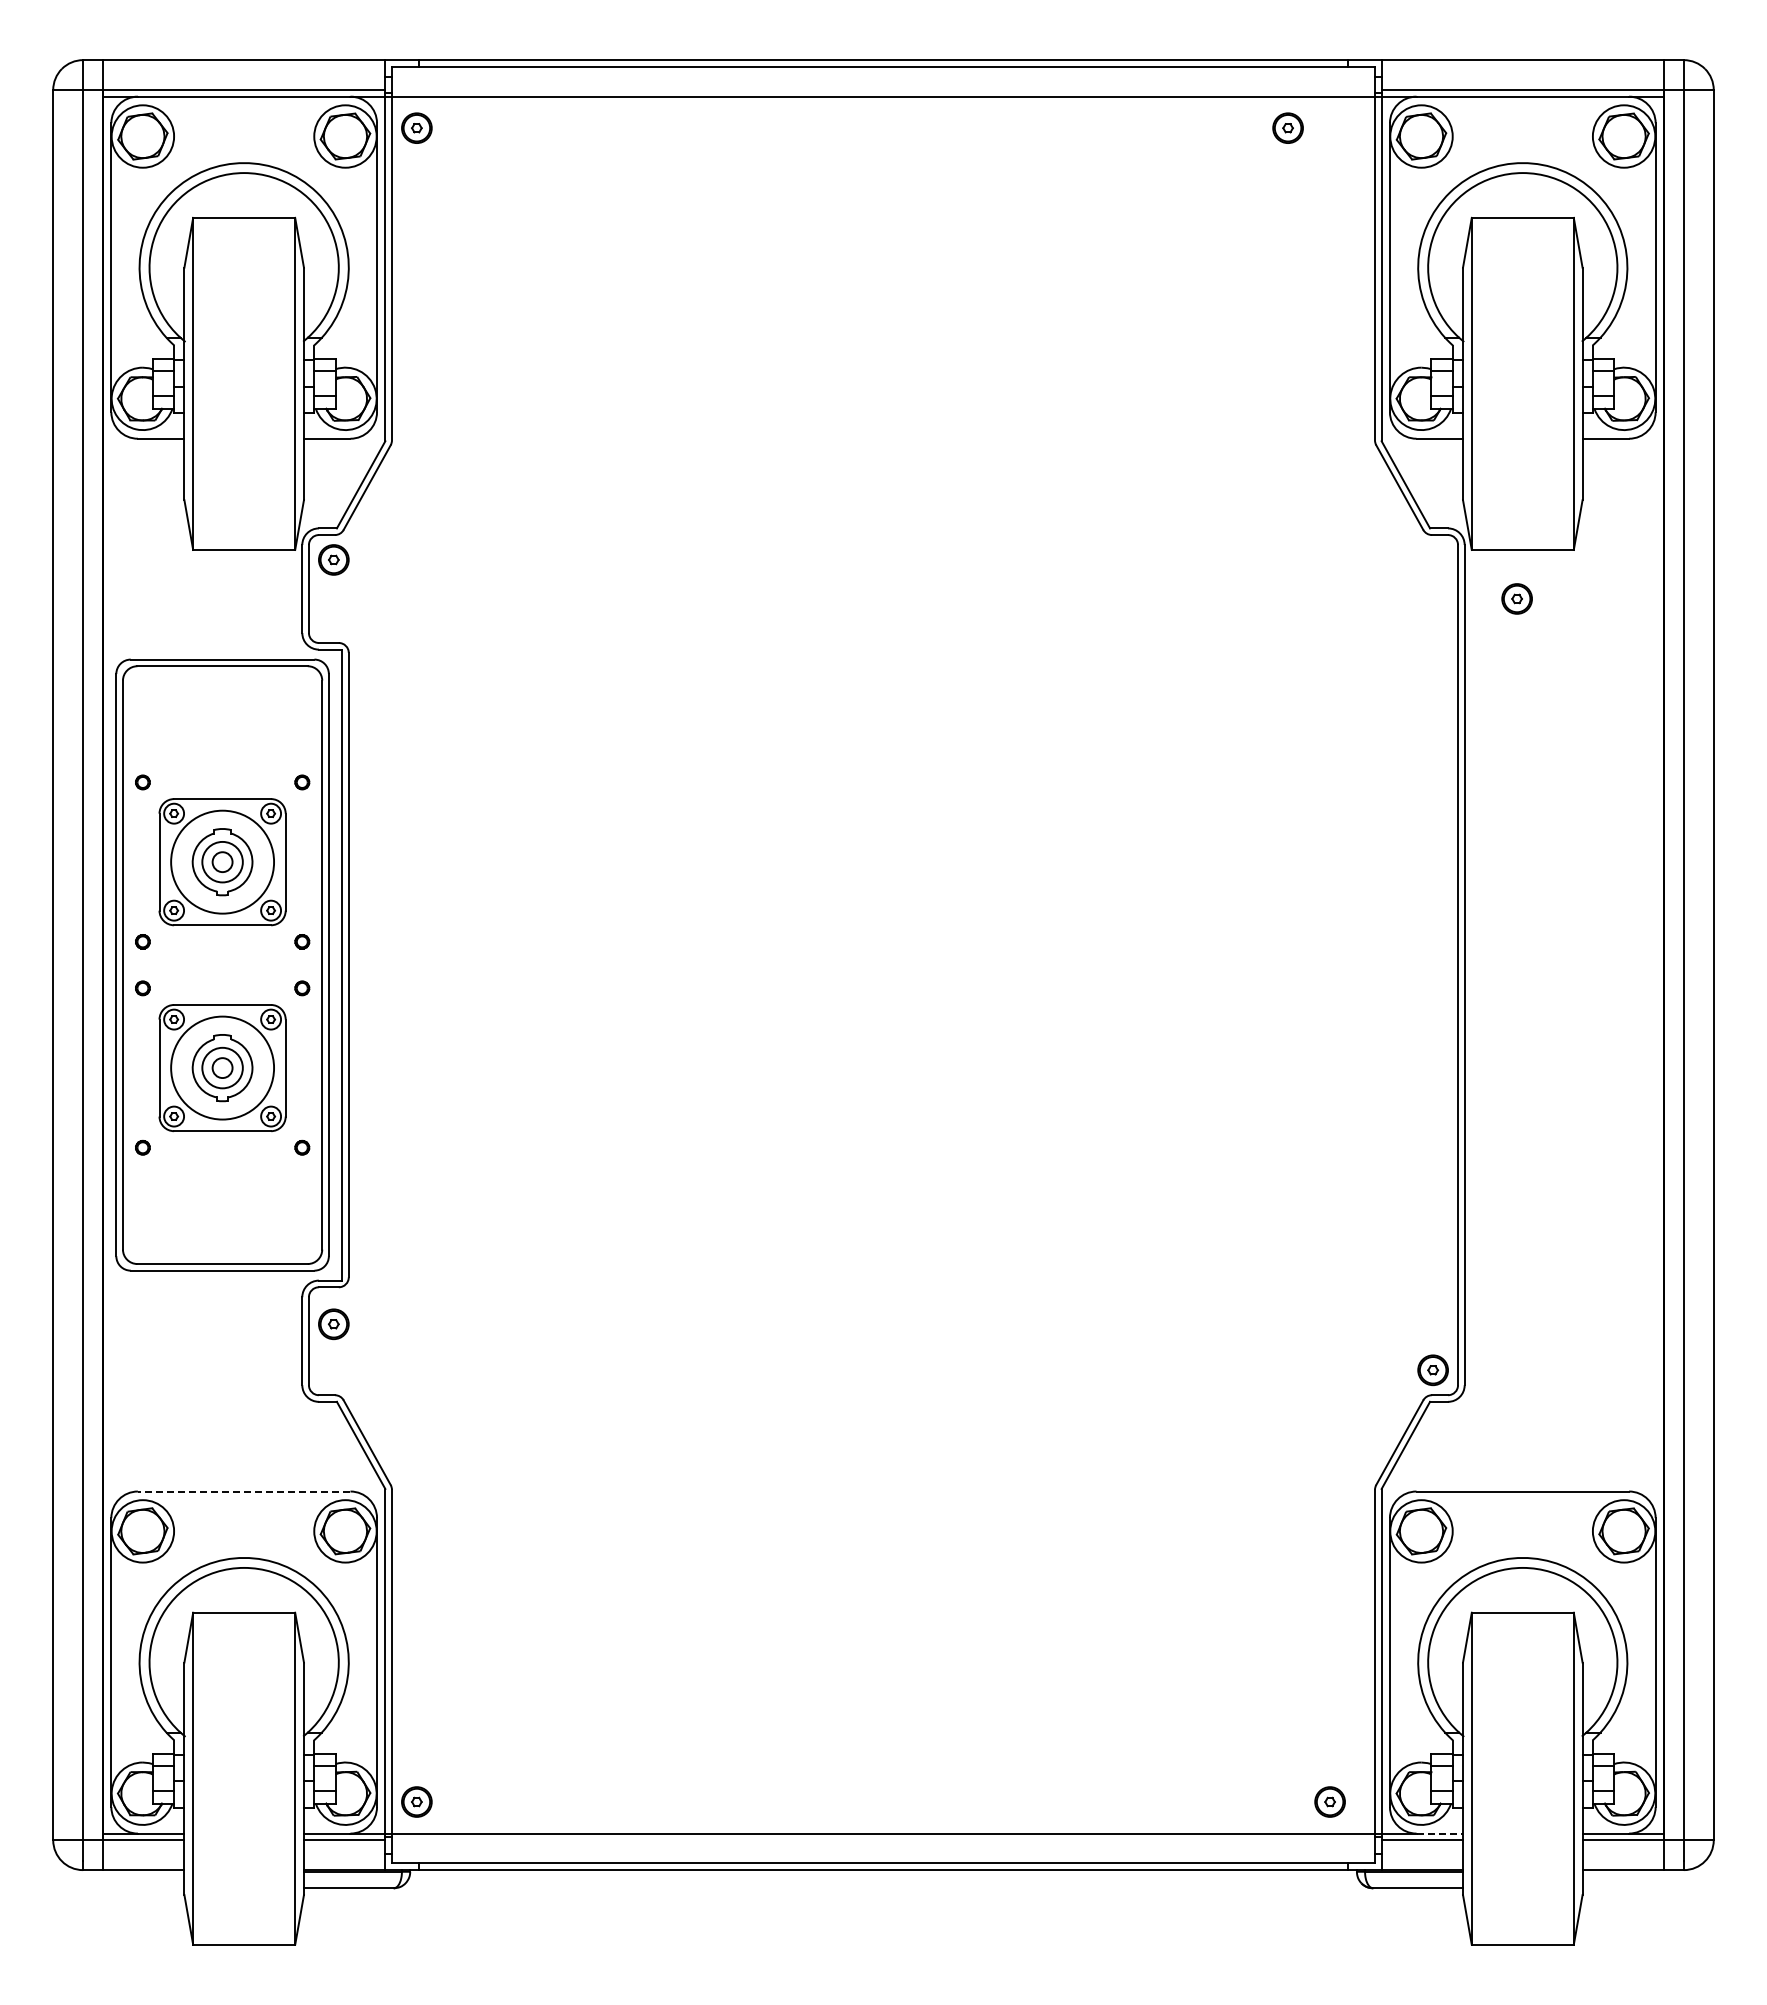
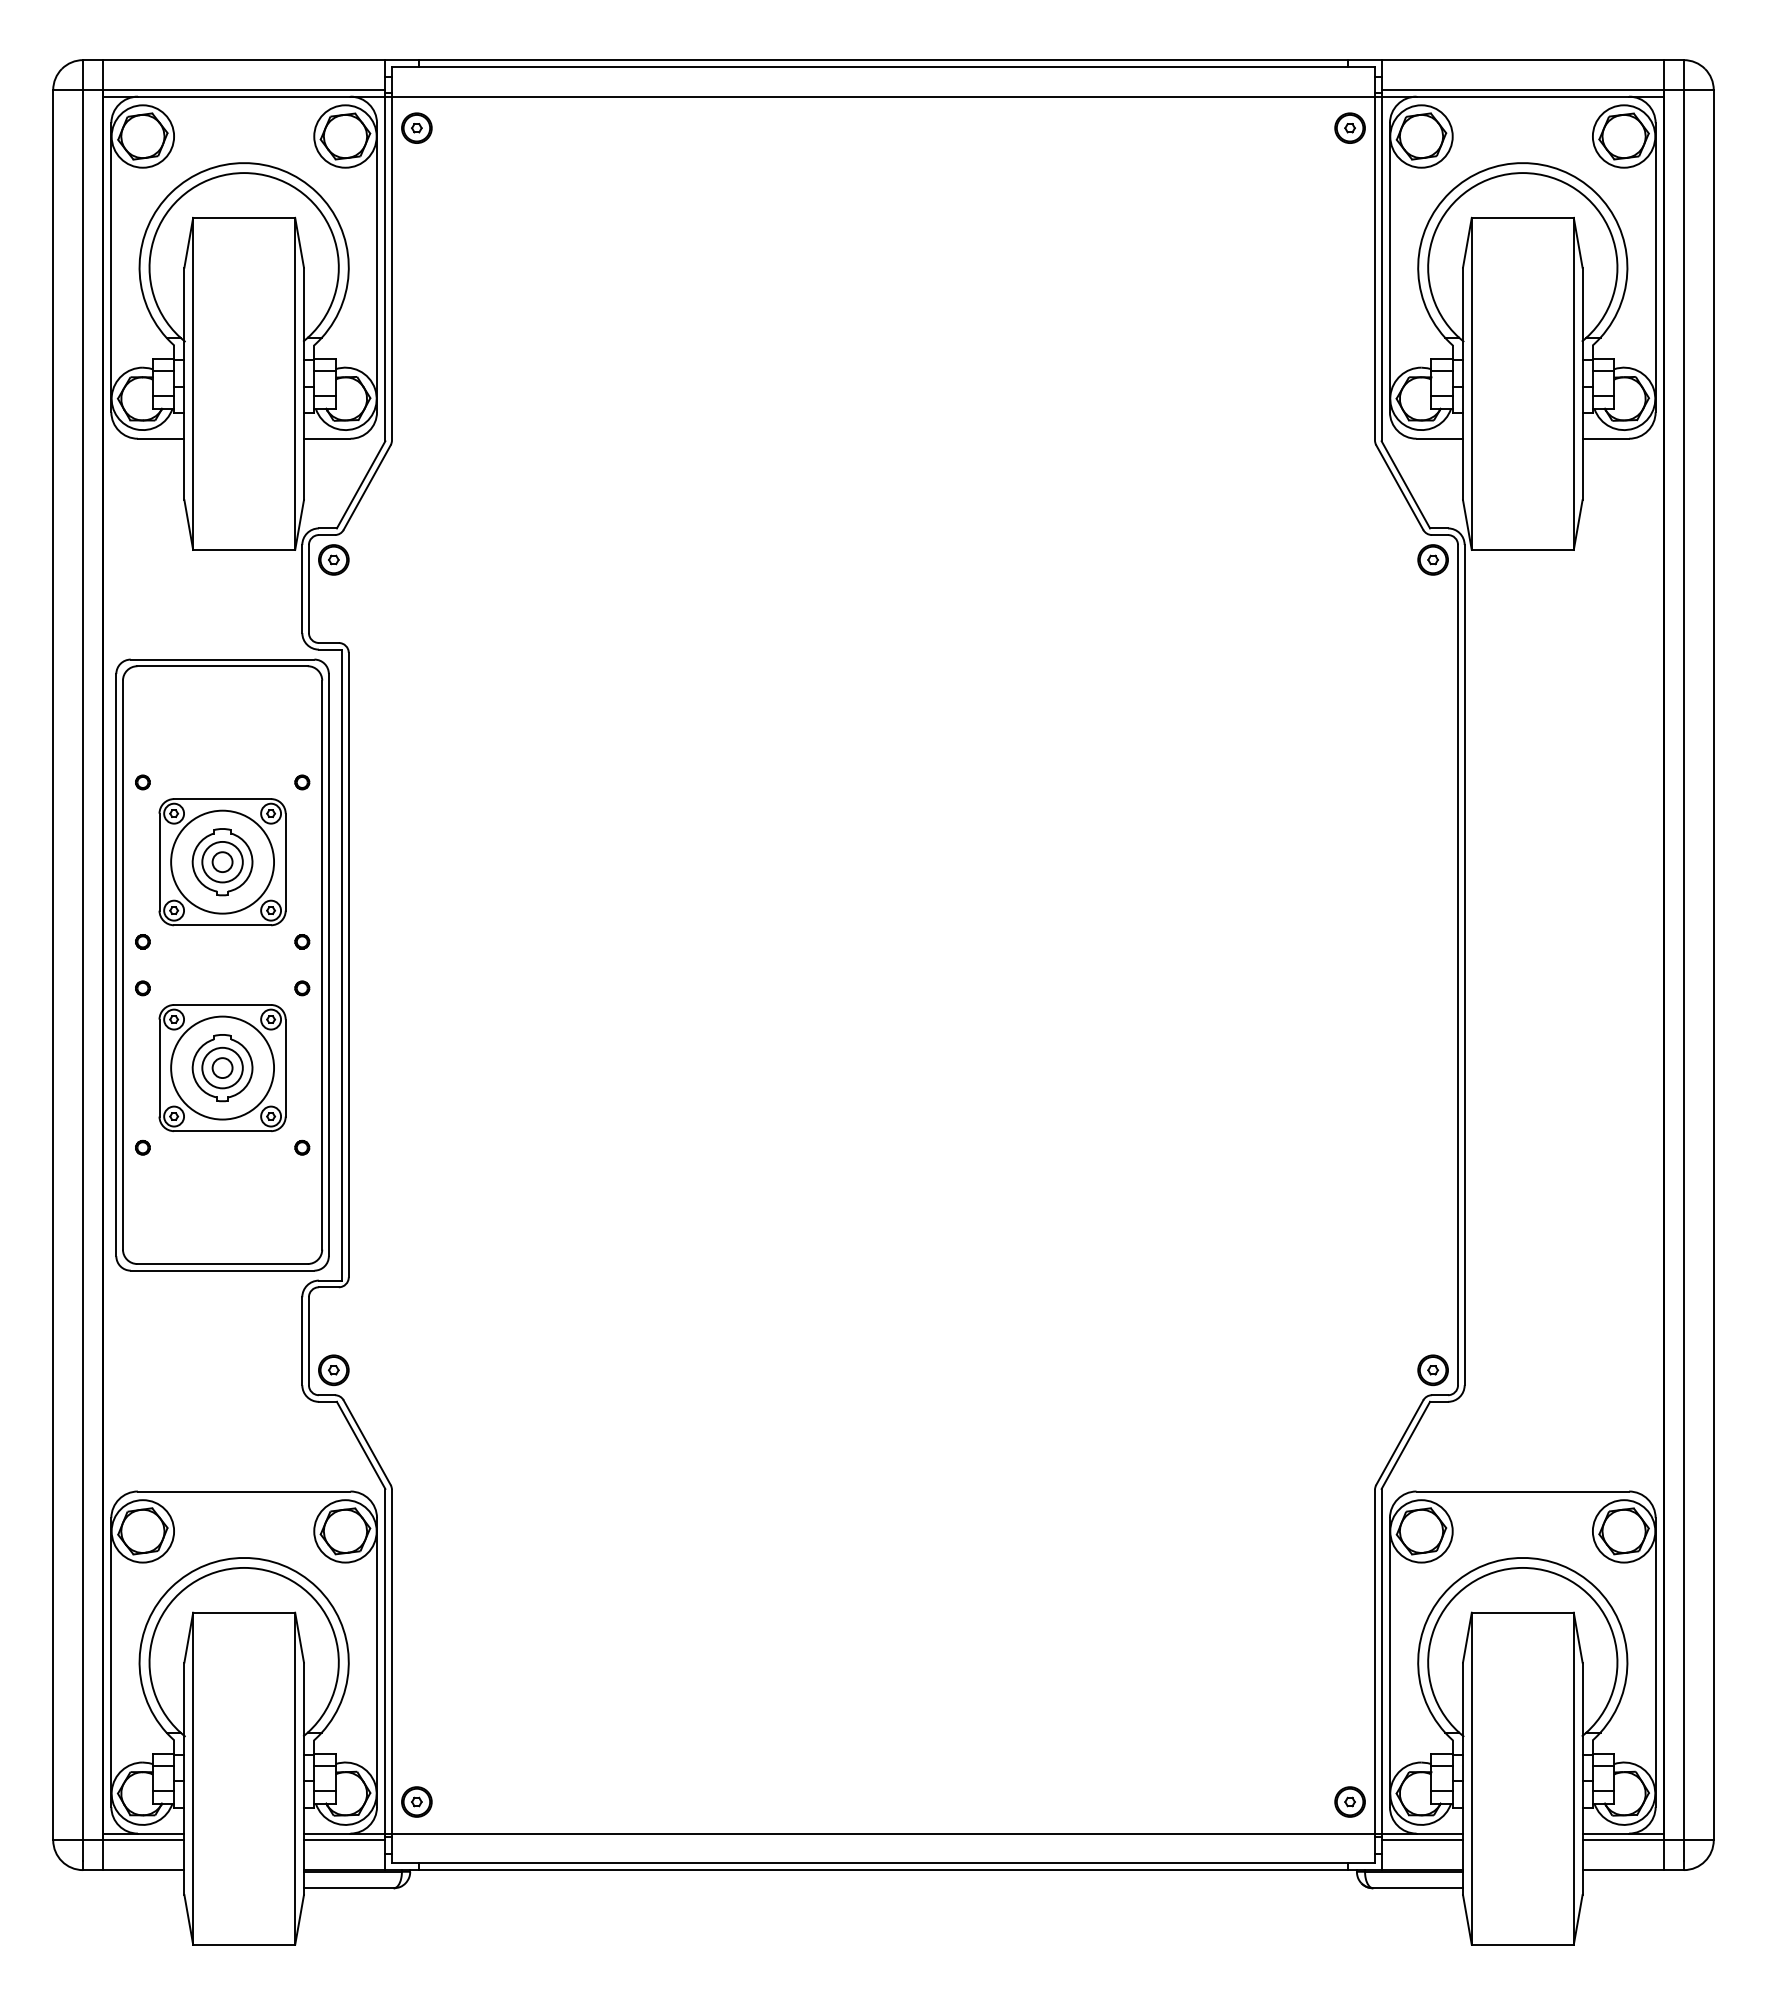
part at (1287, 127) position: (1287, 127) -> (1349, 127)
part at (1516, 598) position: (1516, 598) -> (1432, 559)
part at (333, 1324) position: (333, 1324) -> (333, 1370)
line at (243, 1491): dashed -> solid
part at (1329, 1801) position: (1329, 1801) -> (1349, 1801)
line at (1440, 1833): dashed -> solid
